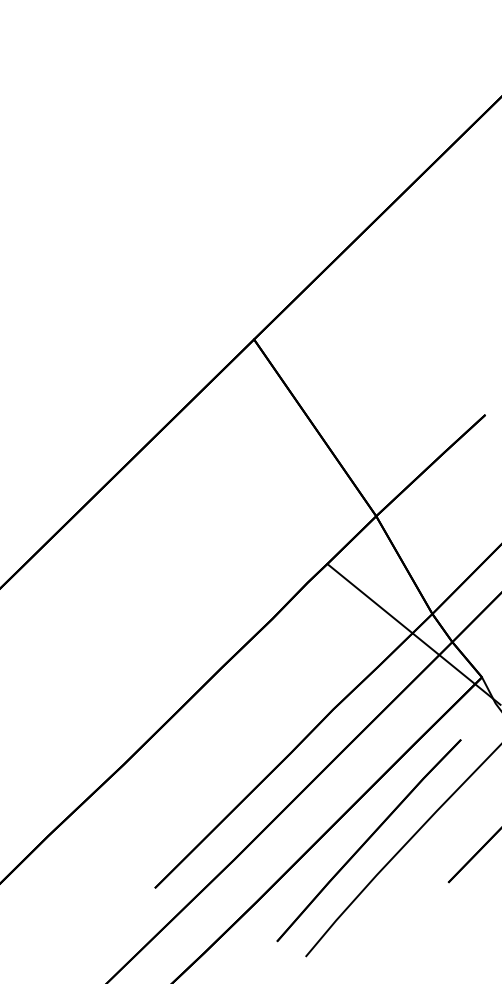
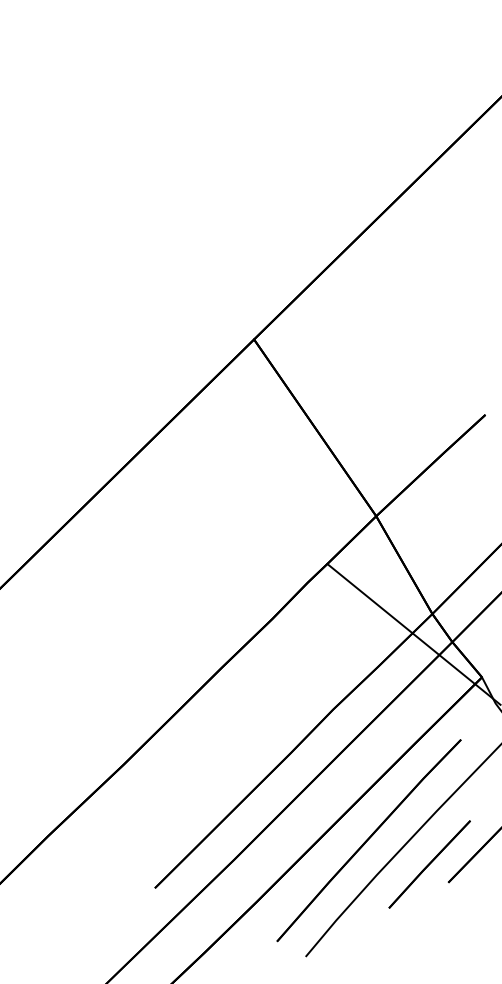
line at (429, 864): none -> present
